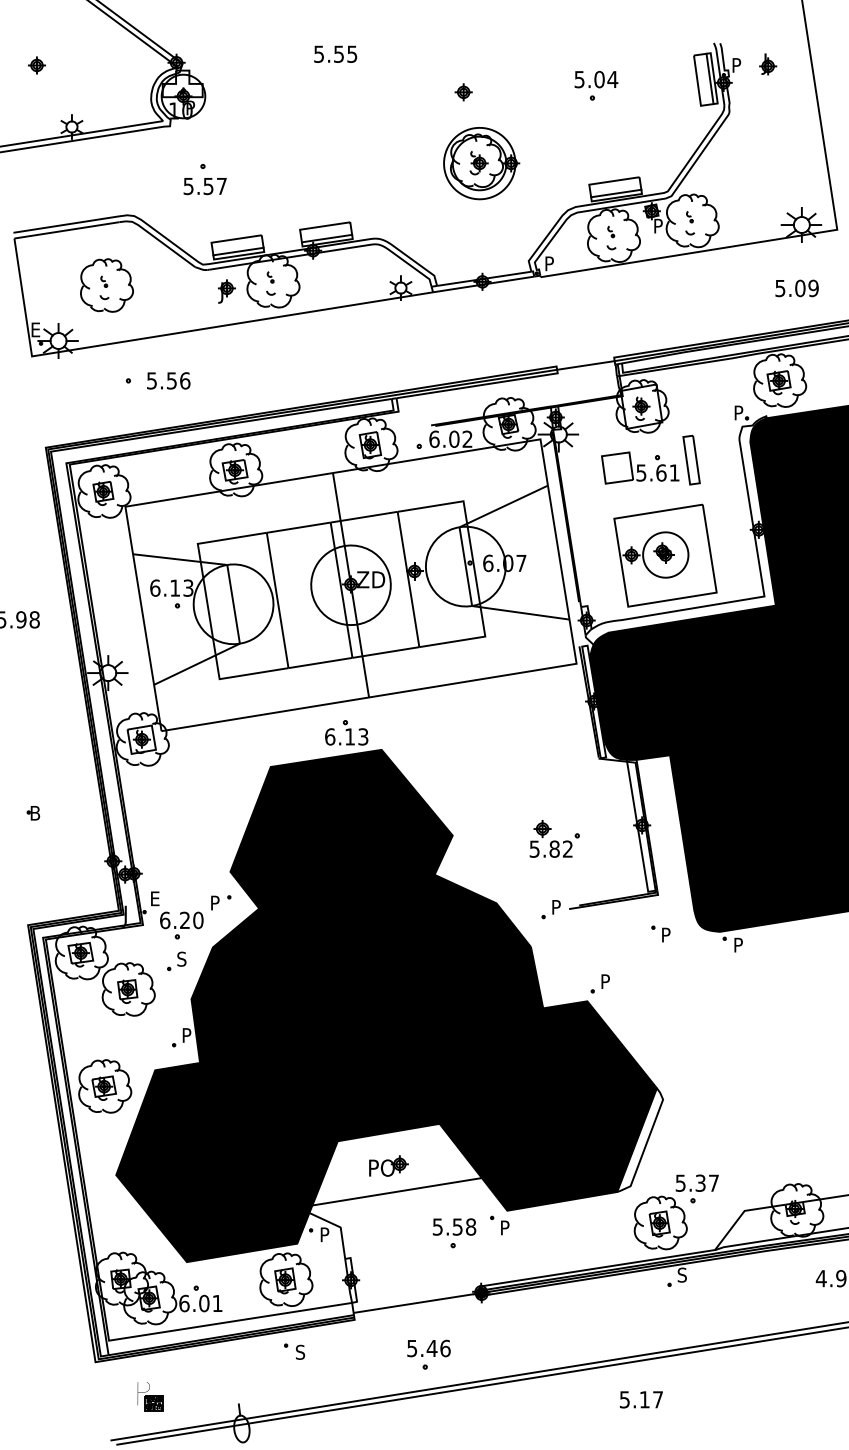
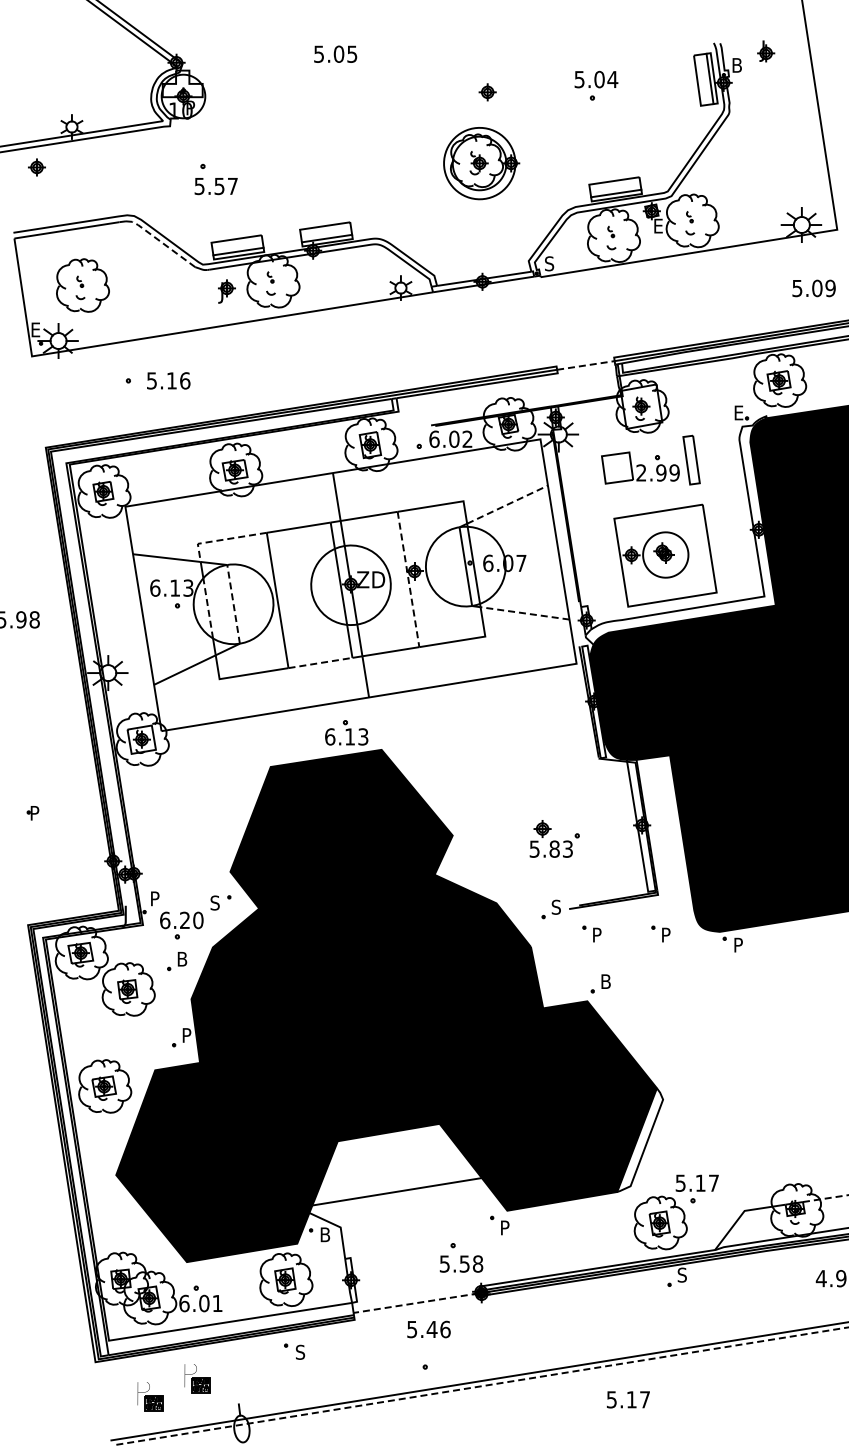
text at (338, 53): 5.55 -> 5.05
part at (768, 64) position: (768, 64) -> (766, 51)
part at (36, 65) position: (36, 65) -> (36, 167)
text at (737, 65): P -> B
part at (463, 92) position: (463, 92) -> (487, 92)
text at (204, 186) position: (204, 186) -> (215, 186)
text at (659, 225): P -> E
line at (159, 241): solid -> dashed
text at (549, 263): P -> S
part at (106, 285) position: (106, 285) -> (82, 285)
text at (796, 288) position: (796, 288) -> (813, 288)
line at (586, 365): solid -> dashed
text at (171, 380): 5.56 -> 5.16
text at (739, 412): P -> E
text at (657, 472): 5.61 -> 2.99
line at (507, 504): solid -> dashed
line at (222, 539): solid -> dashed
line at (408, 579): solid -> dashed
line at (233, 604): solid -> dashed
line at (208, 607): solid -> dashed
line at (525, 613): solid -> dashed
line at (320, 662): solid -> dashed
text at (36, 813): B -> P
text at (567, 848): 5.82 -> 5.83
text at (155, 898): E -> P
text at (214, 902): P -> S
text at (555, 906): P -> S
part at (591, 933): none -> present
text at (182, 958): S -> B
text at (606, 981): P -> B
part at (388, 1165): present -> none
text at (700, 1182): 5.37 -> 5.17
line at (825, 1198): solid -> dashed
text at (454, 1226) position: (454, 1226) -> (461, 1263)
text at (326, 1234): P -> B
line at (415, 1303): solid -> dashed
text at (428, 1348) position: (428, 1348) -> (428, 1329)
part at (197, 1378): none -> present
line at (482, 1386): solid -> dashed
text at (641, 1399) position: (641, 1399) -> (628, 1399)
